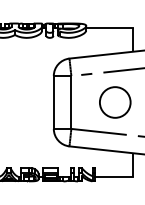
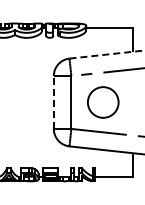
line at (107, 54): solid -> dashed
line at (53, 102): solid -> dashed
circle at (115, 102) position: (115, 102) -> (103, 102)
